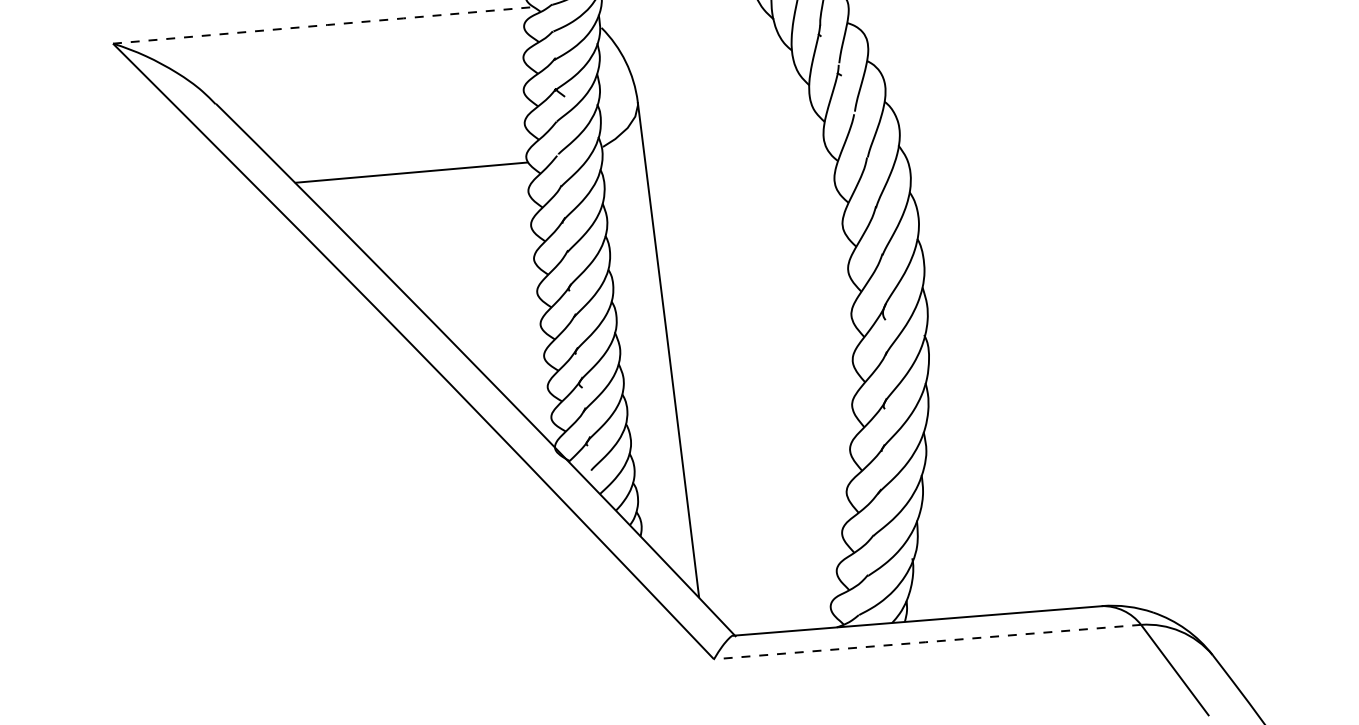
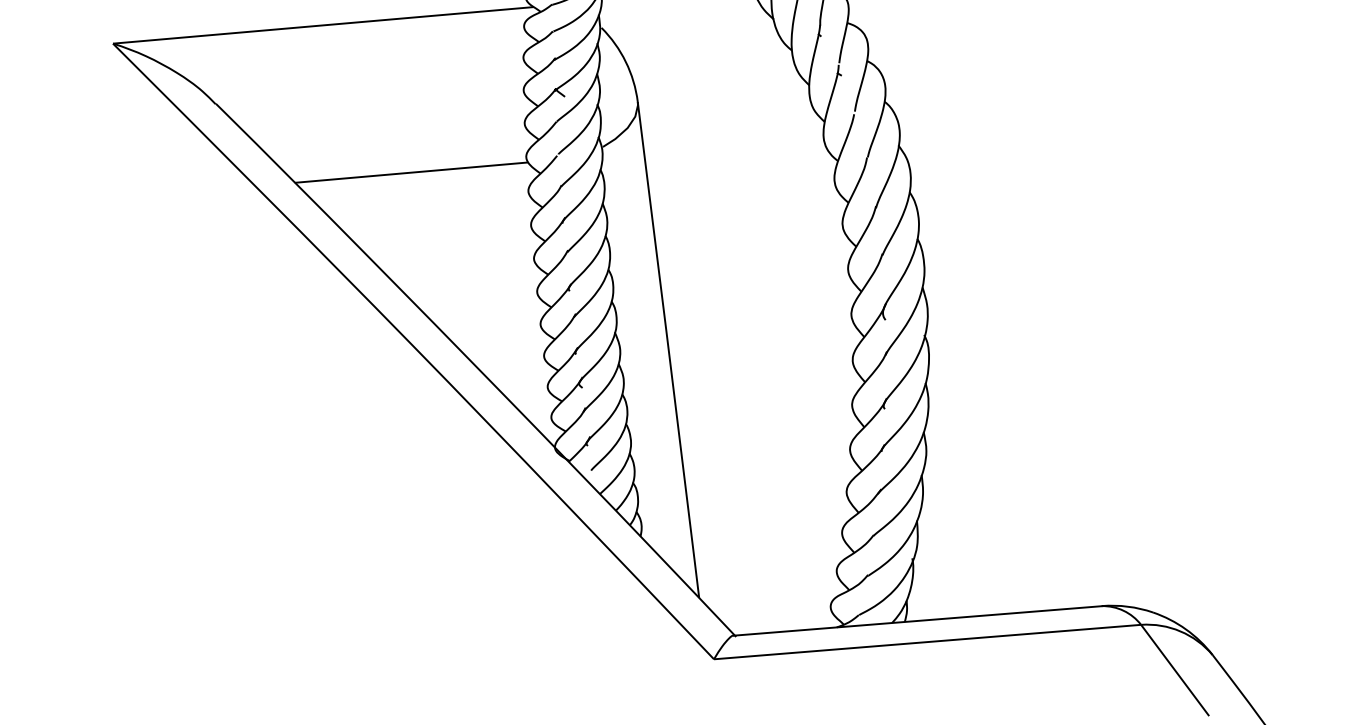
line at (325, 25): dashed -> solid
line at (926, 642): dashed -> solid
